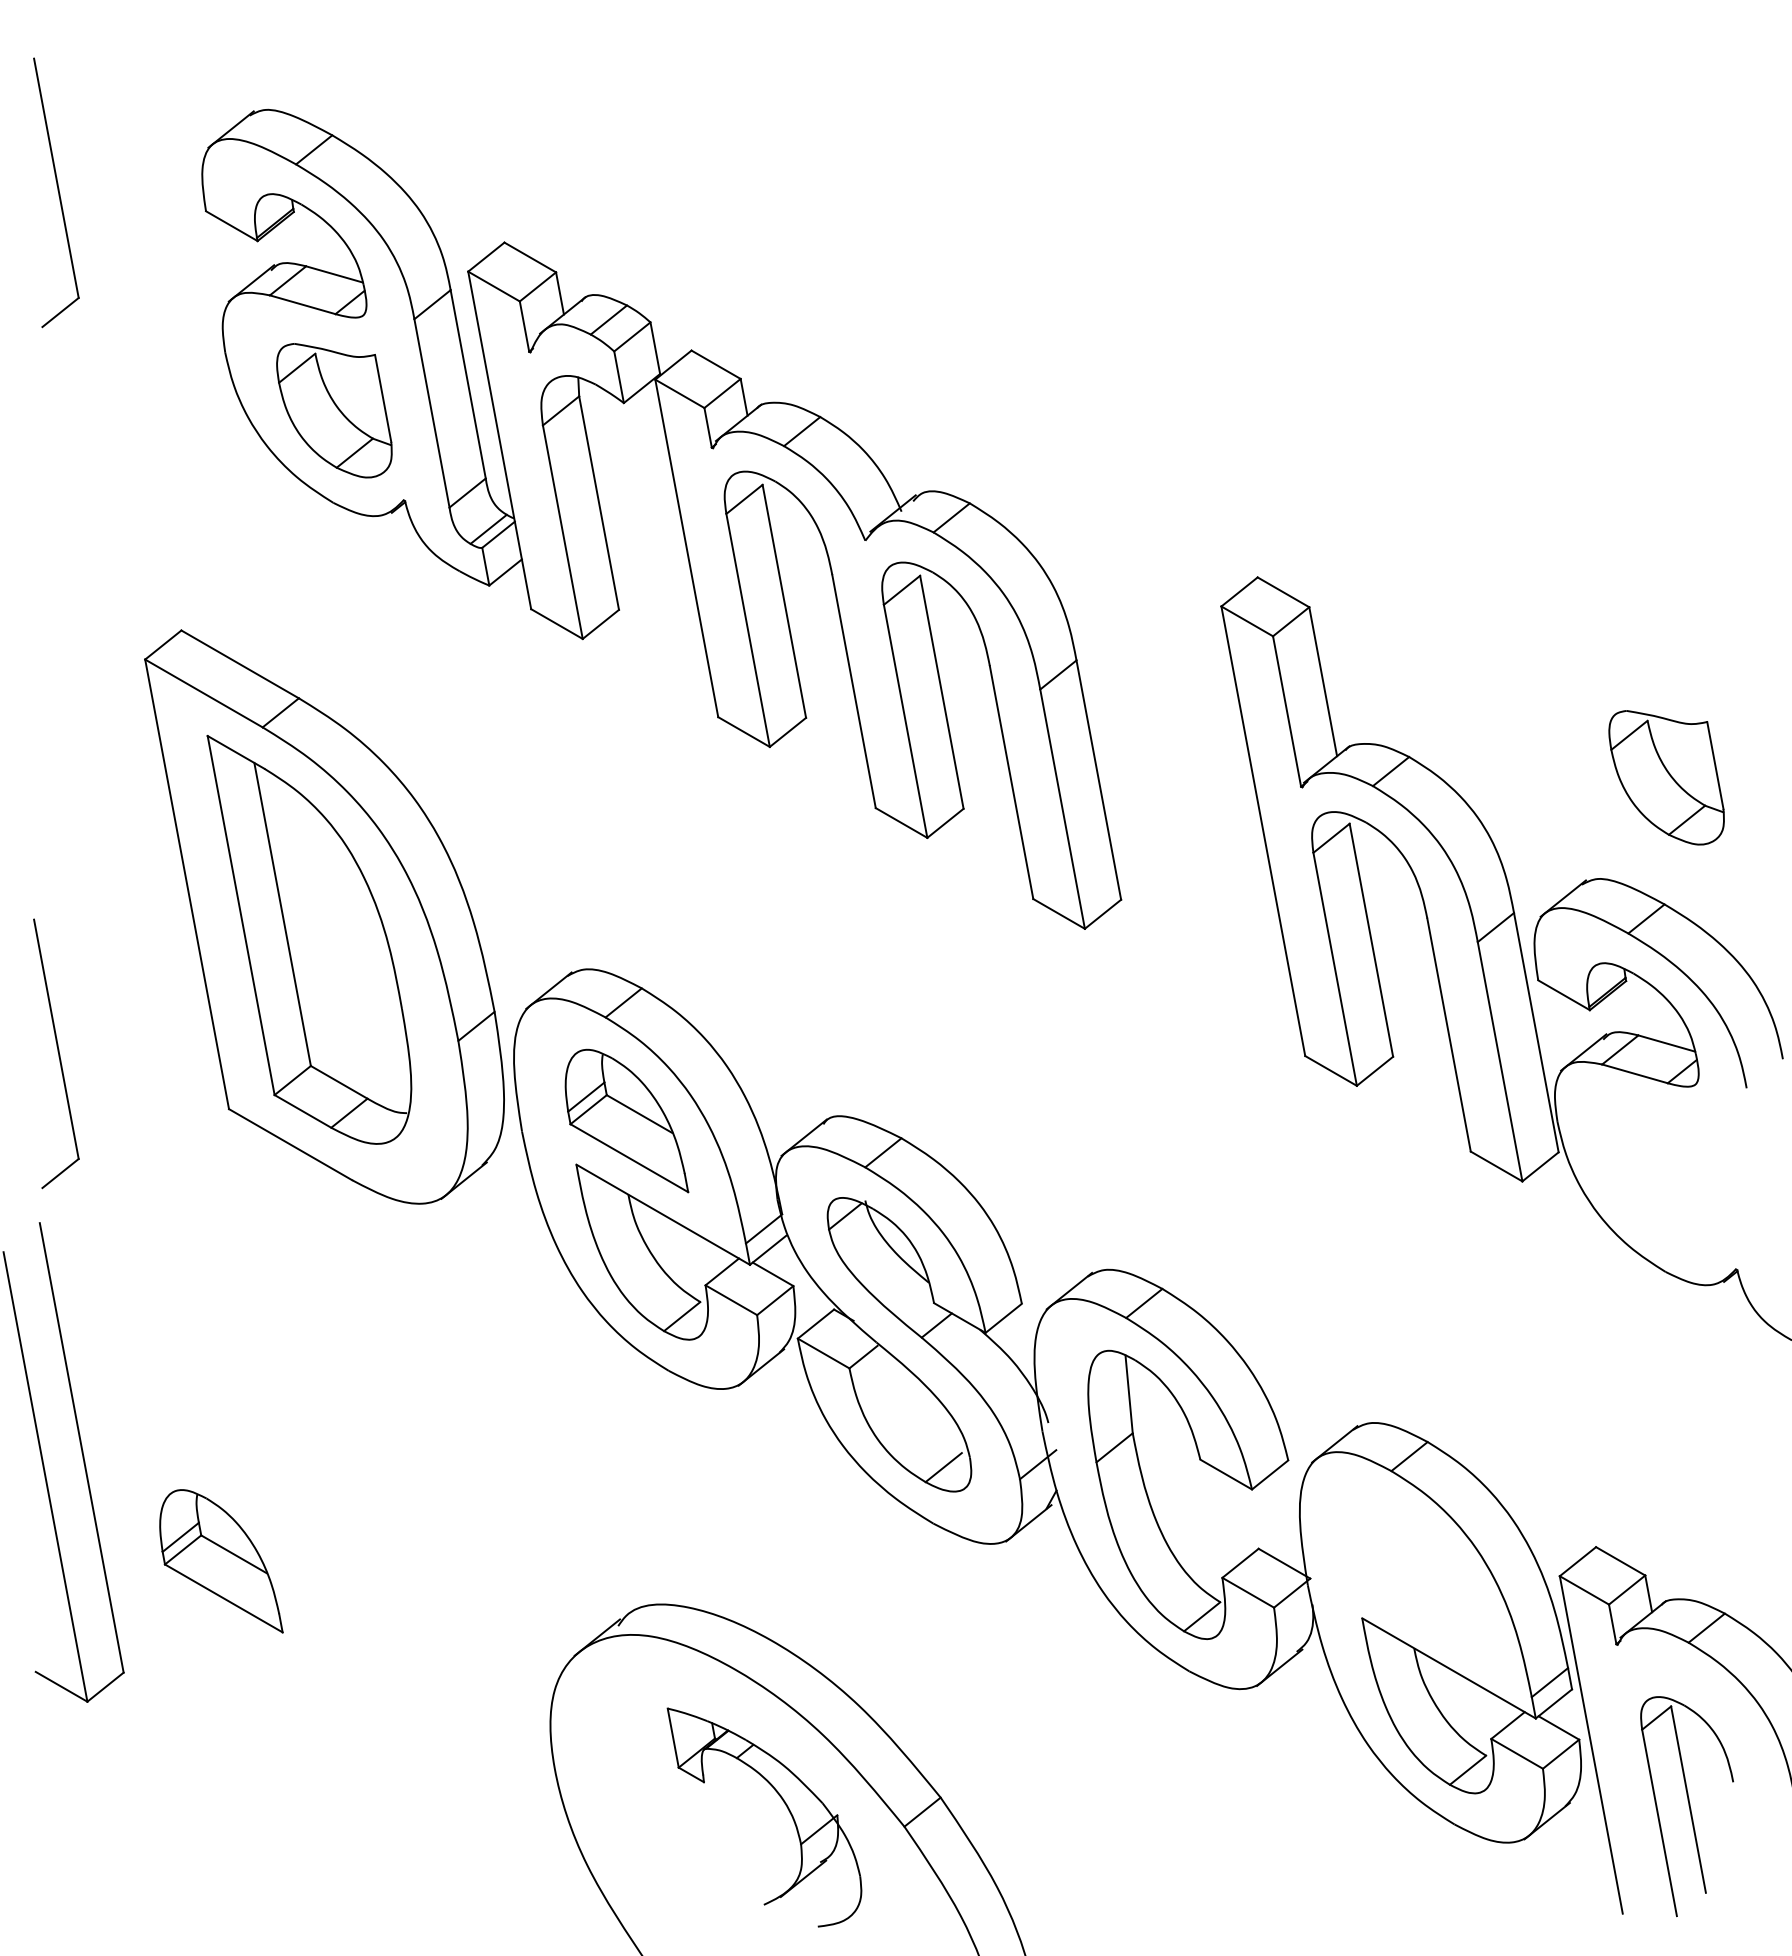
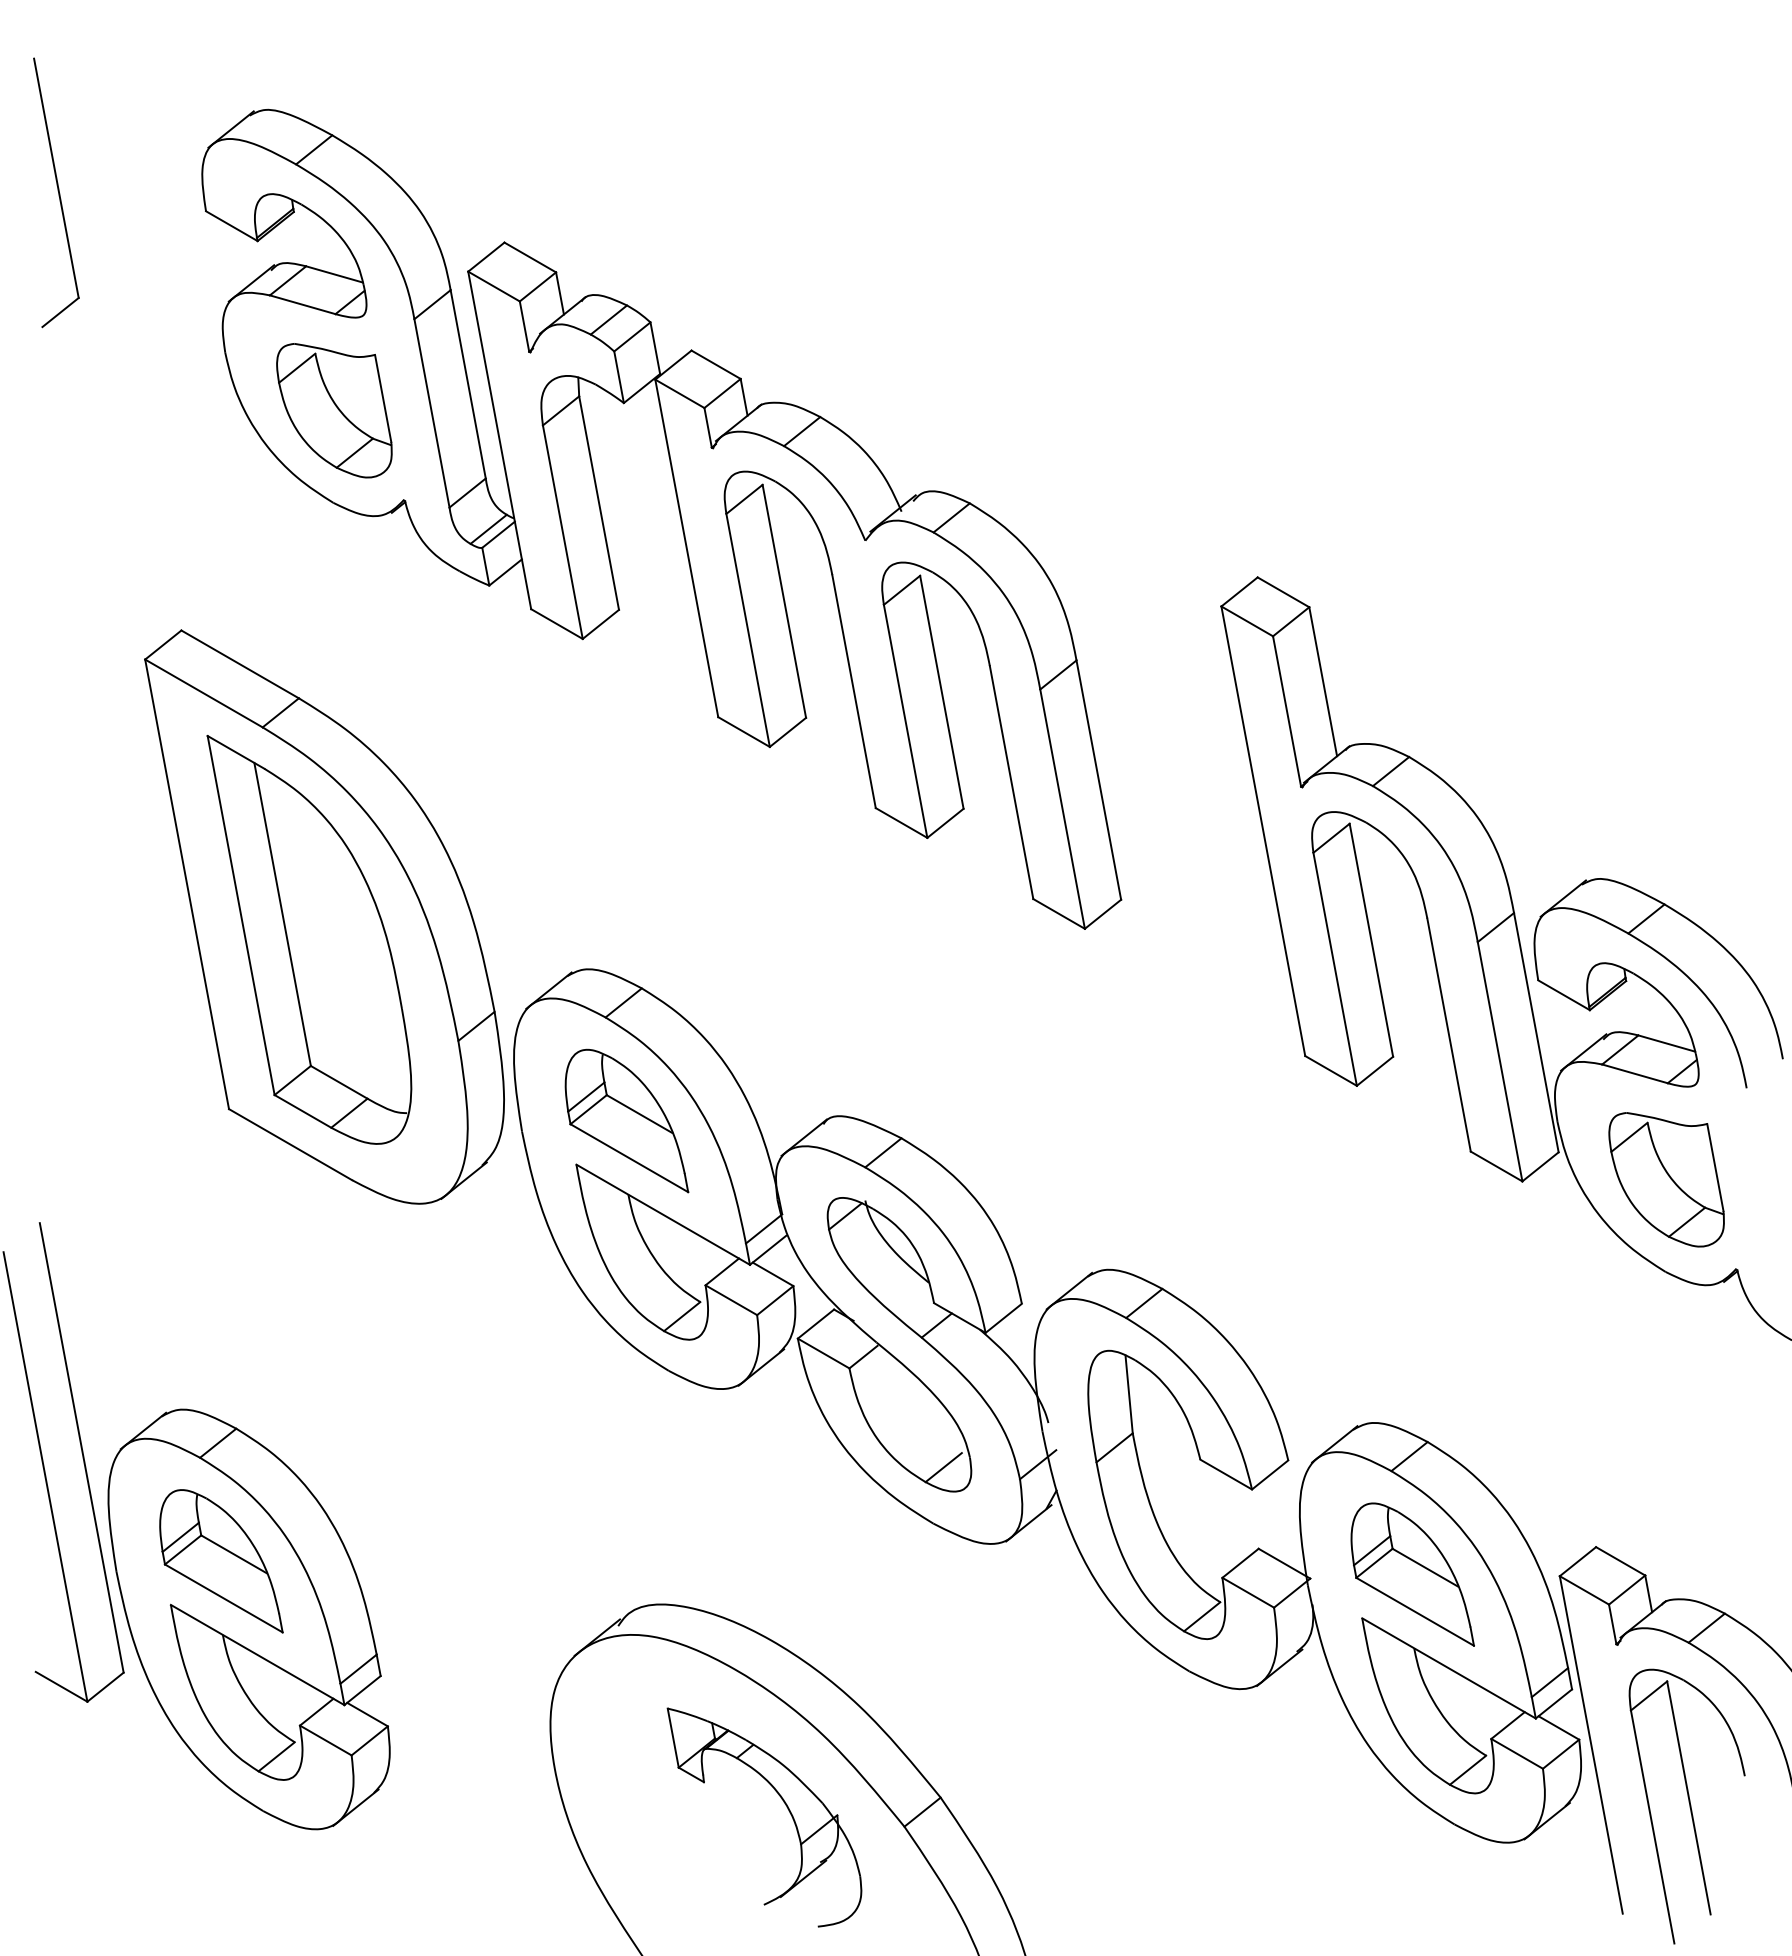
part at (1666, 777) position: (1666, 777) -> (1666, 1179)
part at (56, 1053): present -> none
part at (1412, 1574): none -> present
part at (248, 1619): none -> present
part at (1686, 1806) size: 94x222 px -> 118x277 px
